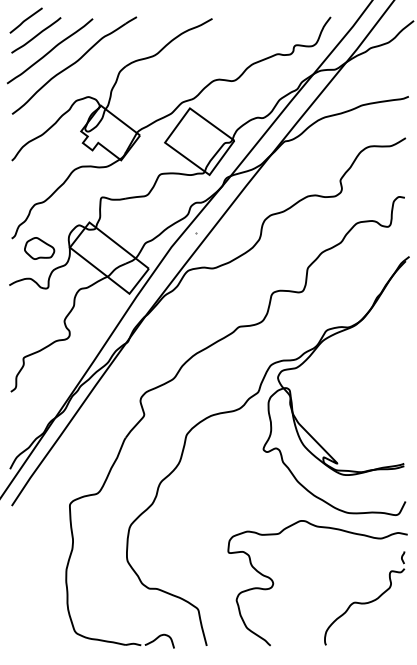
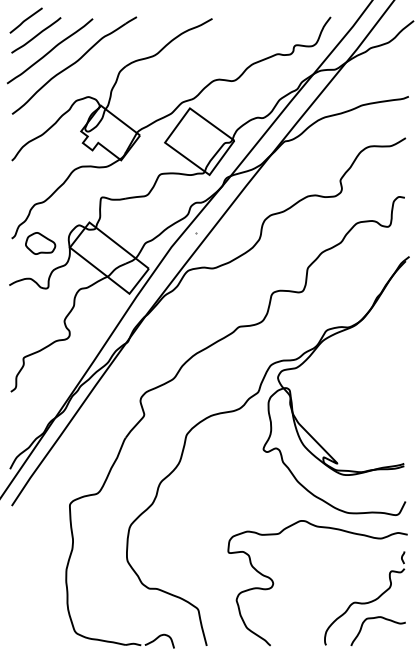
part at (39, 248) position: (39, 248) -> (40, 243)
curve at (377, 618): none -> present
